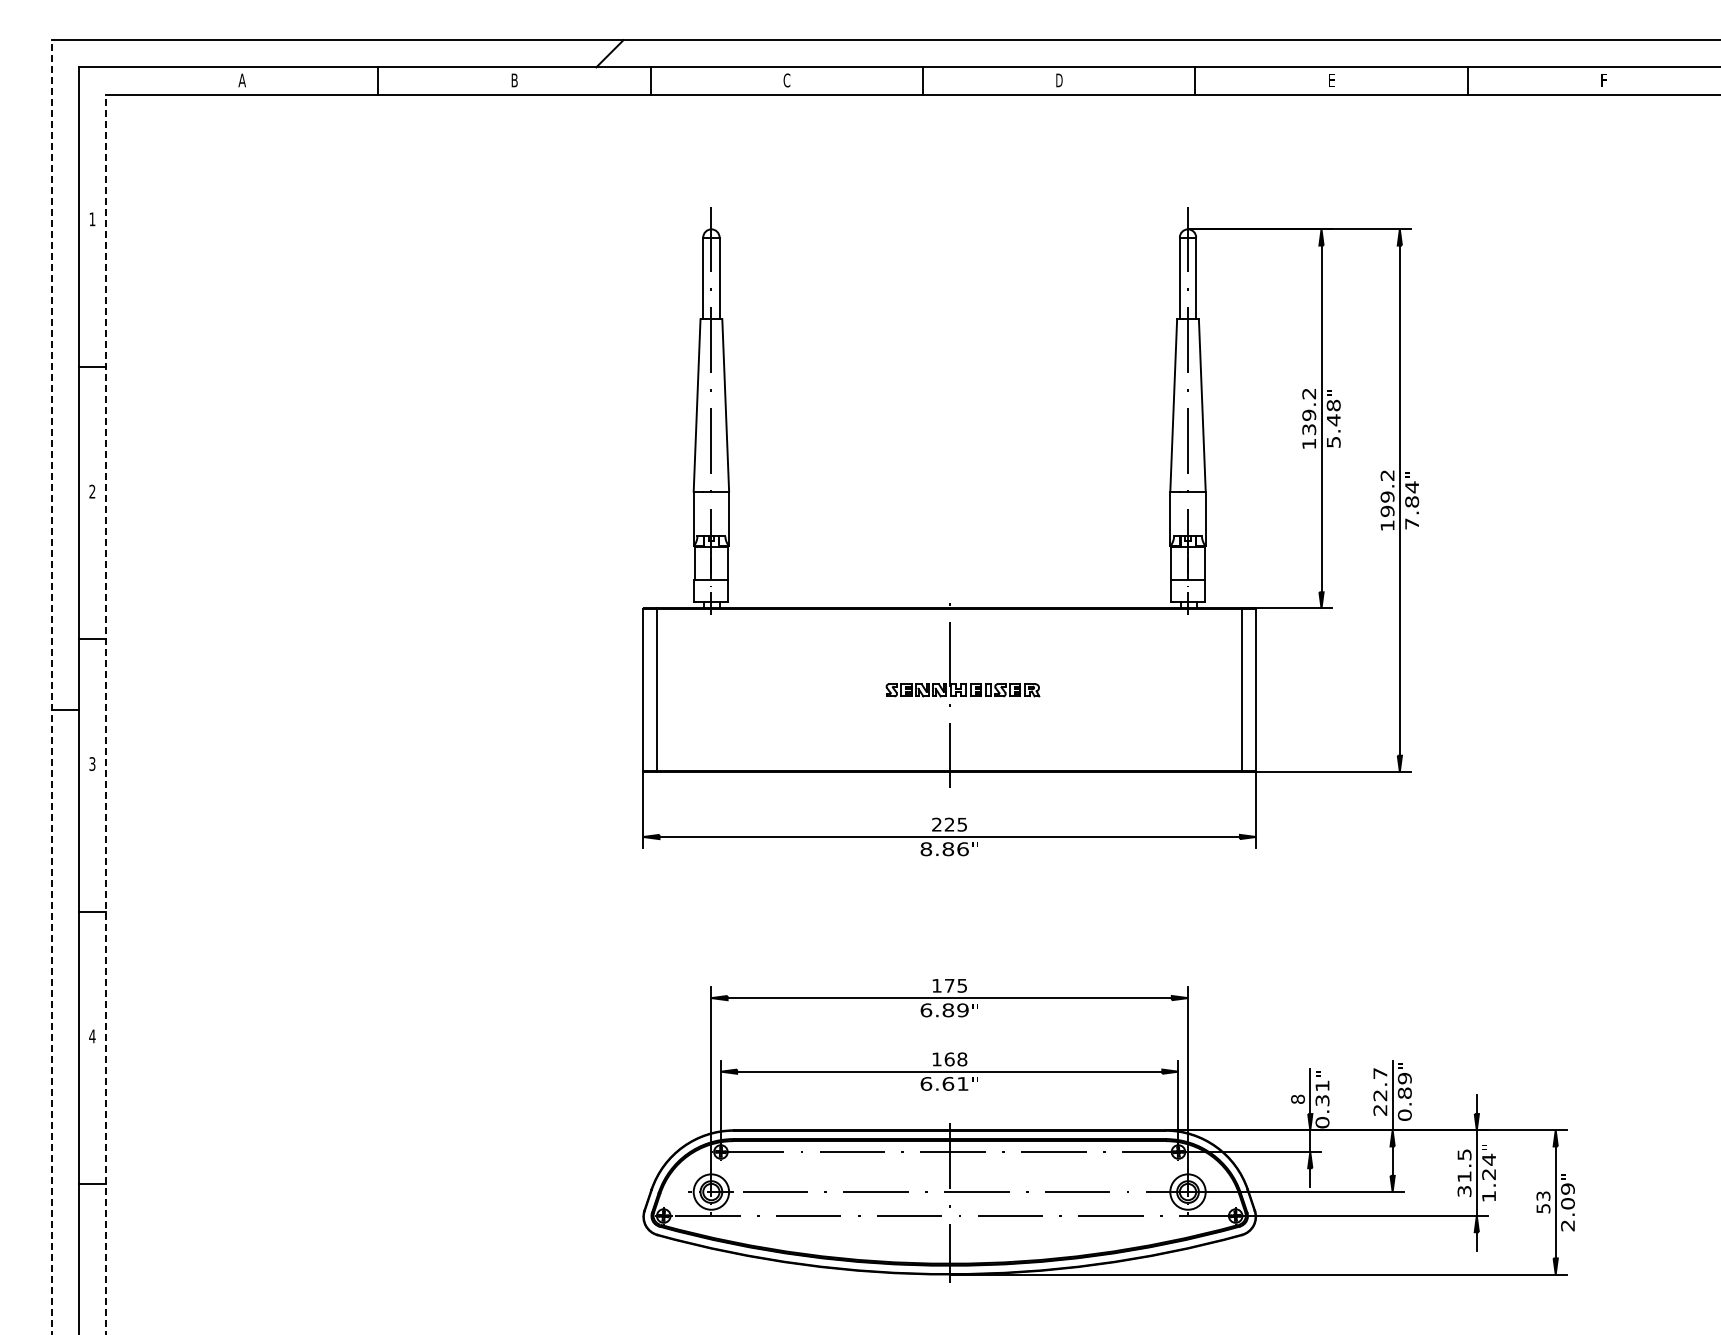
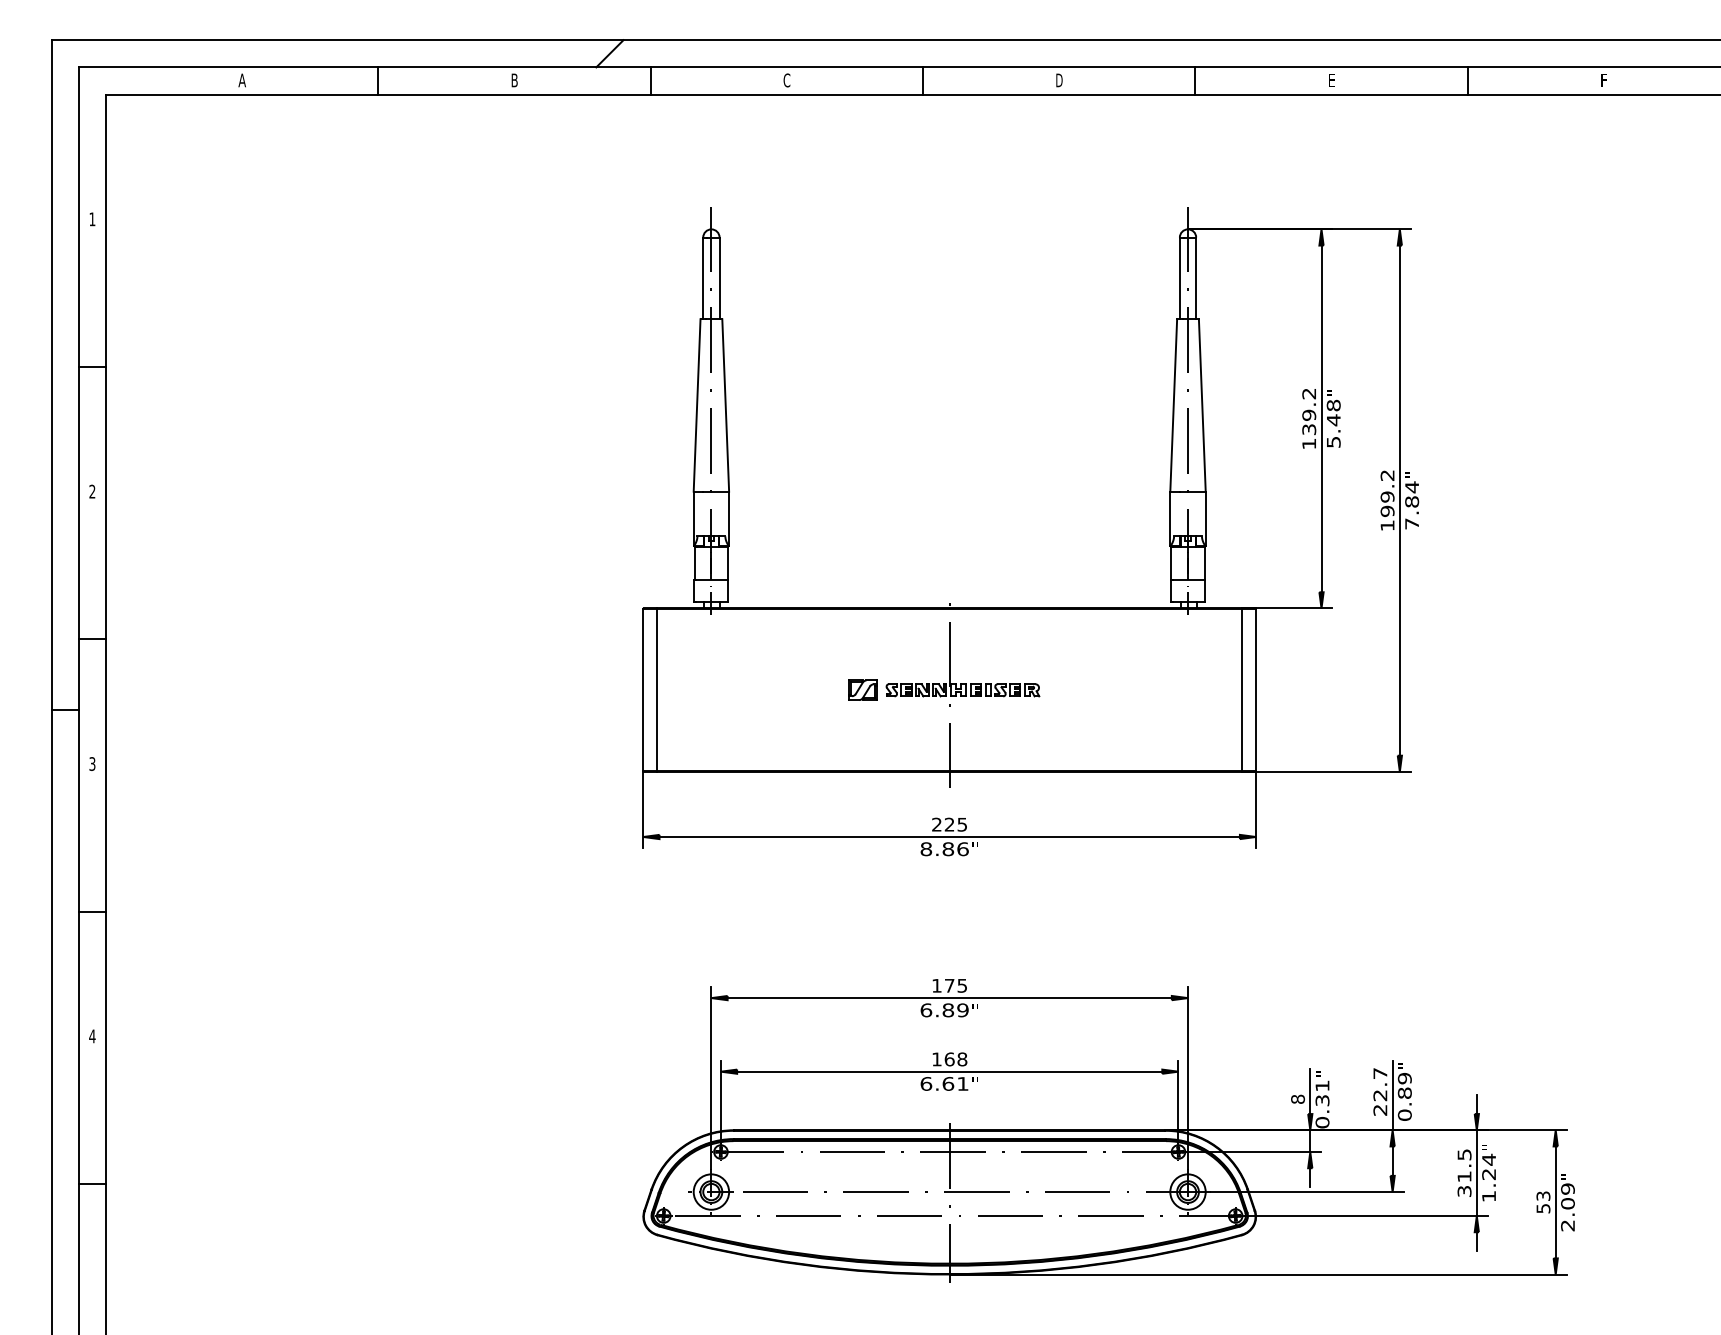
line at (51, 687): dashed -> solid
part at (862, 689): none -> present
line at (106, 714): dashed -> solid
